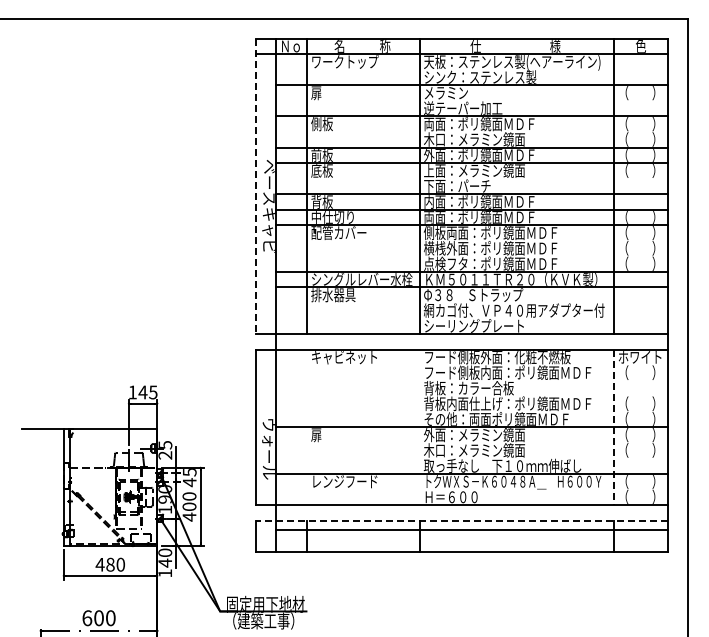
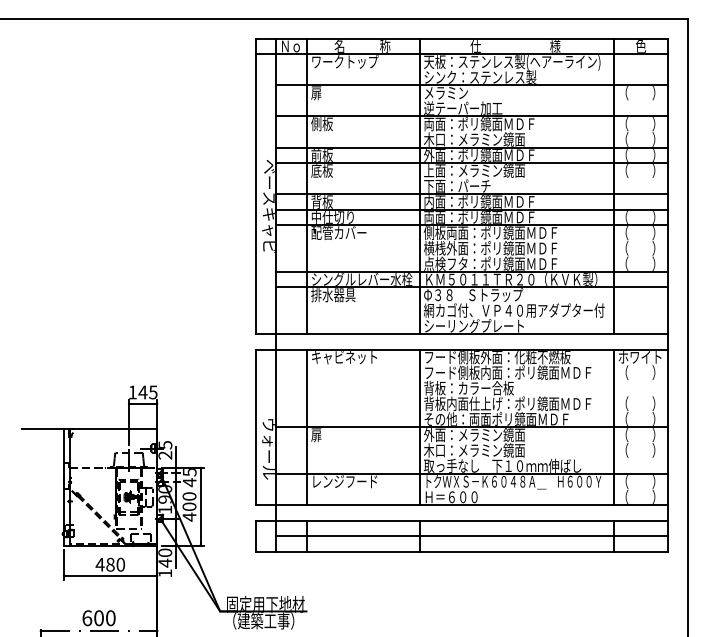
line at (256, 186): dashed -> solid
line at (306, 427): none -> present
line at (419, 427): none -> present
line at (613, 427): dashed -> solid
line at (462, 520): dashed -> solid
line at (471, 530) position: (471, 530) -> (471, 536)
